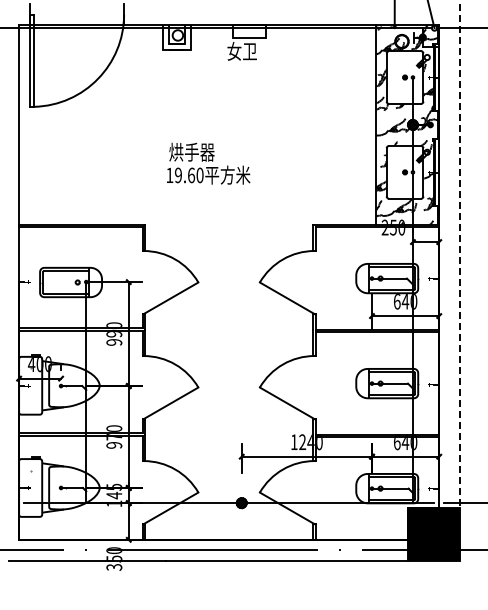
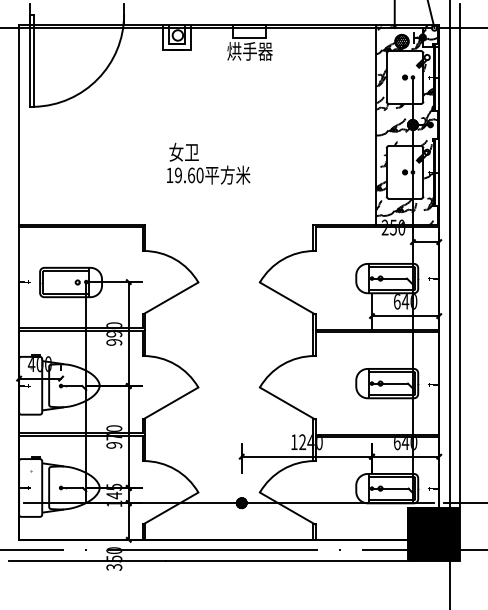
hatch at (401, 41): none -> present
text at (249, 51): 女卫 -> 烘手器
text at (191, 151): 烘手器 -> 女卫
line at (460, 256): dashed -> solid
line at (449, 304): none -> present
